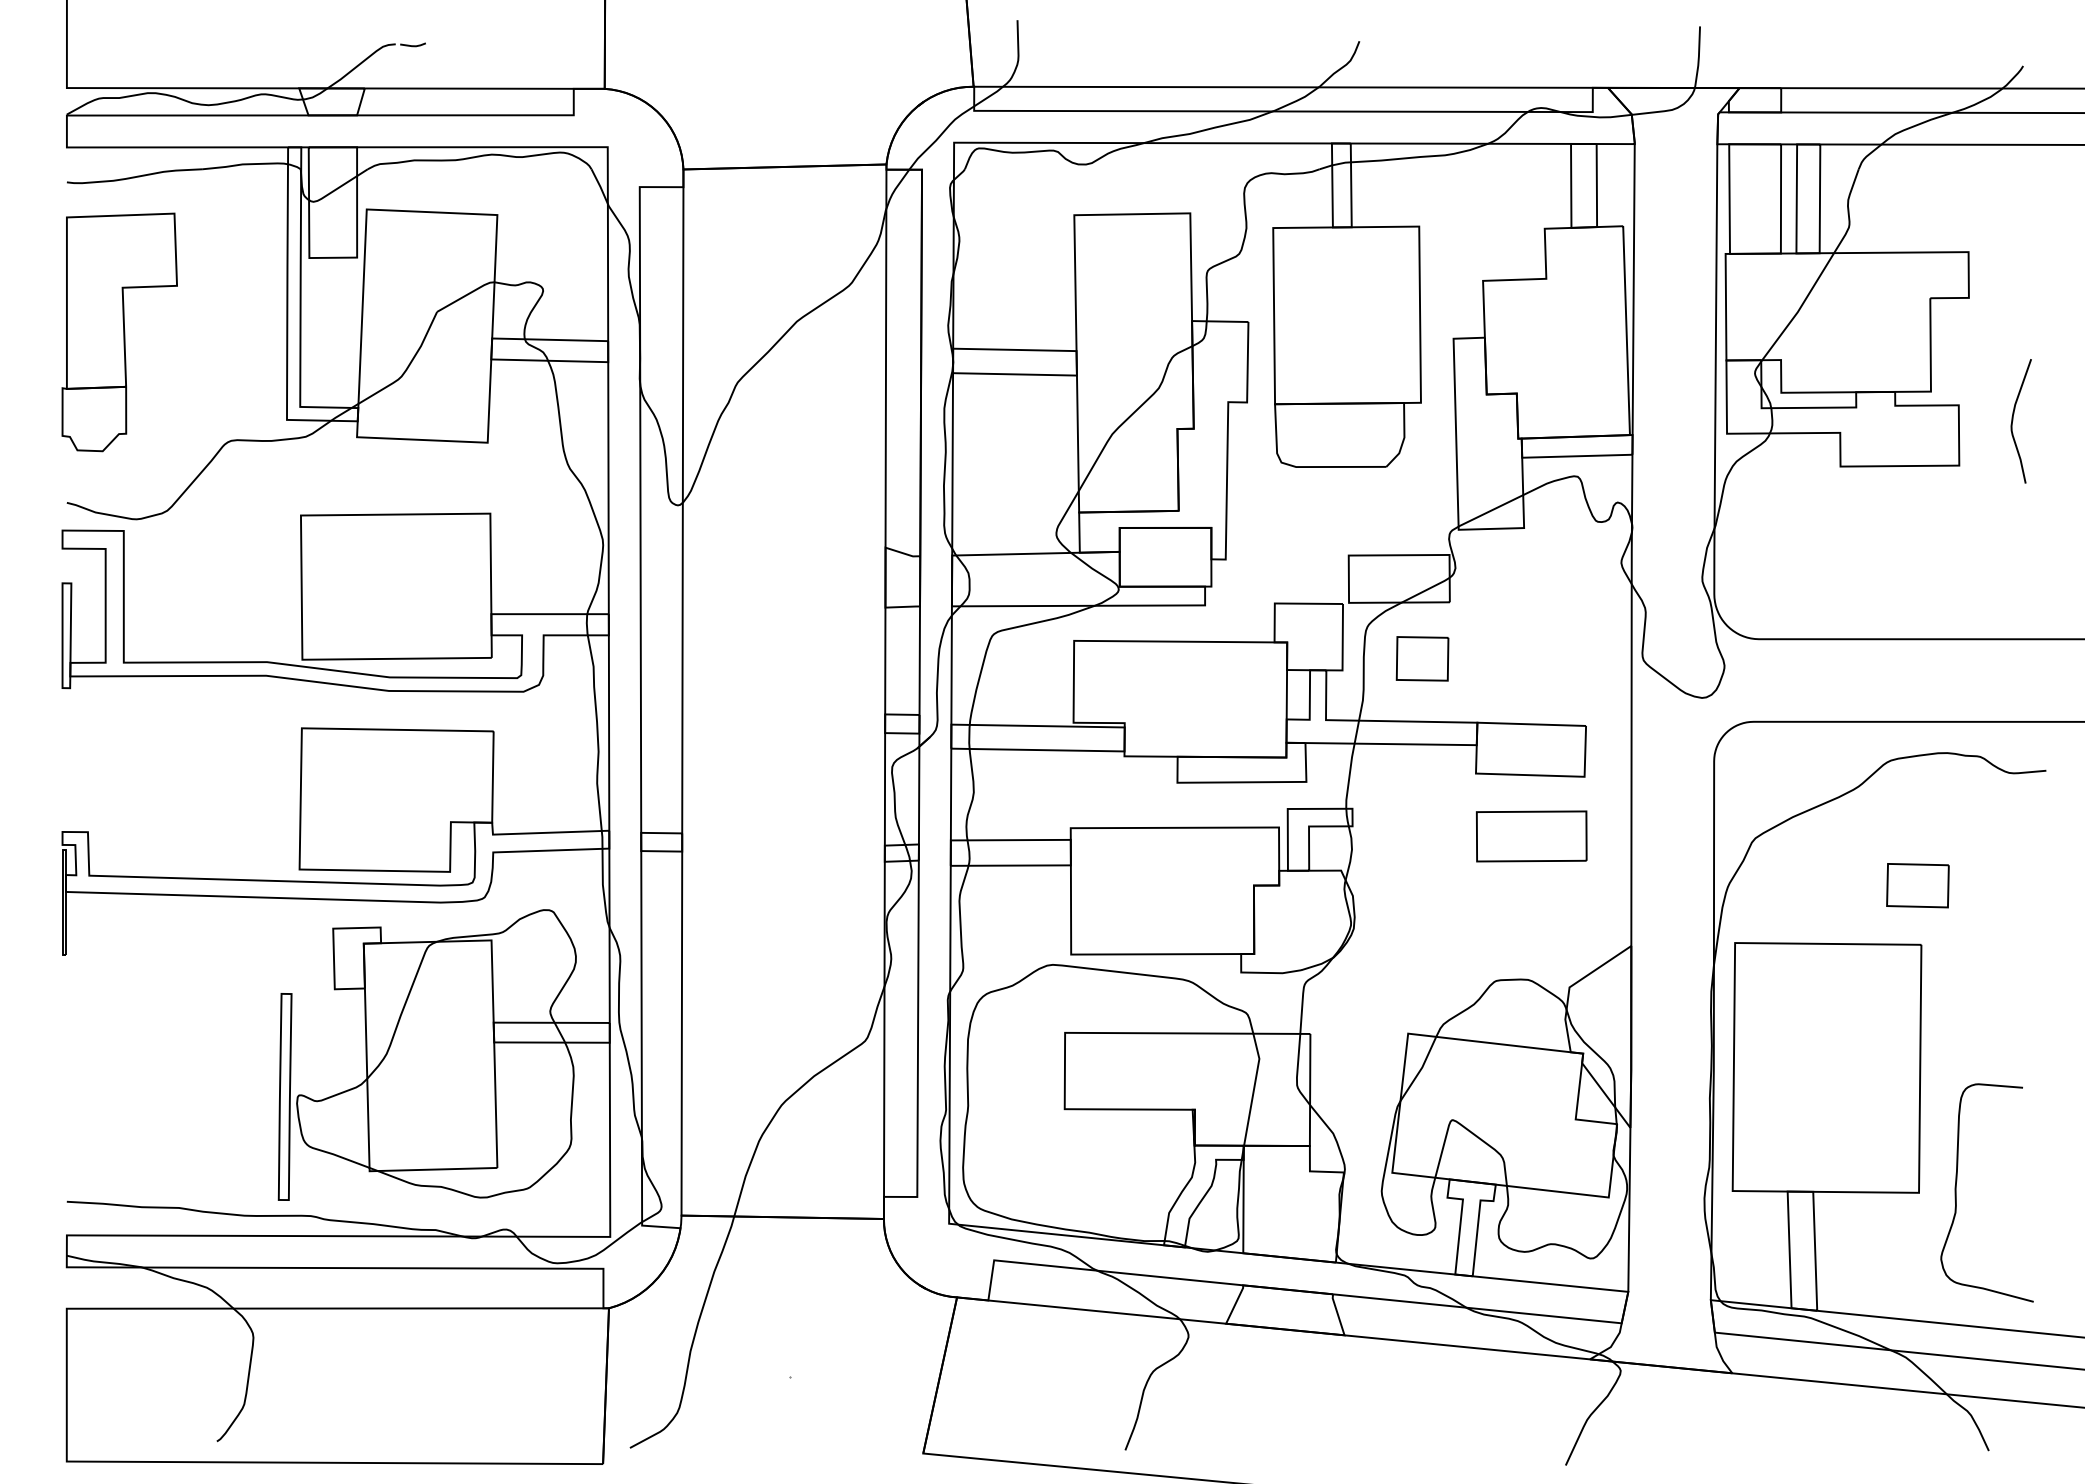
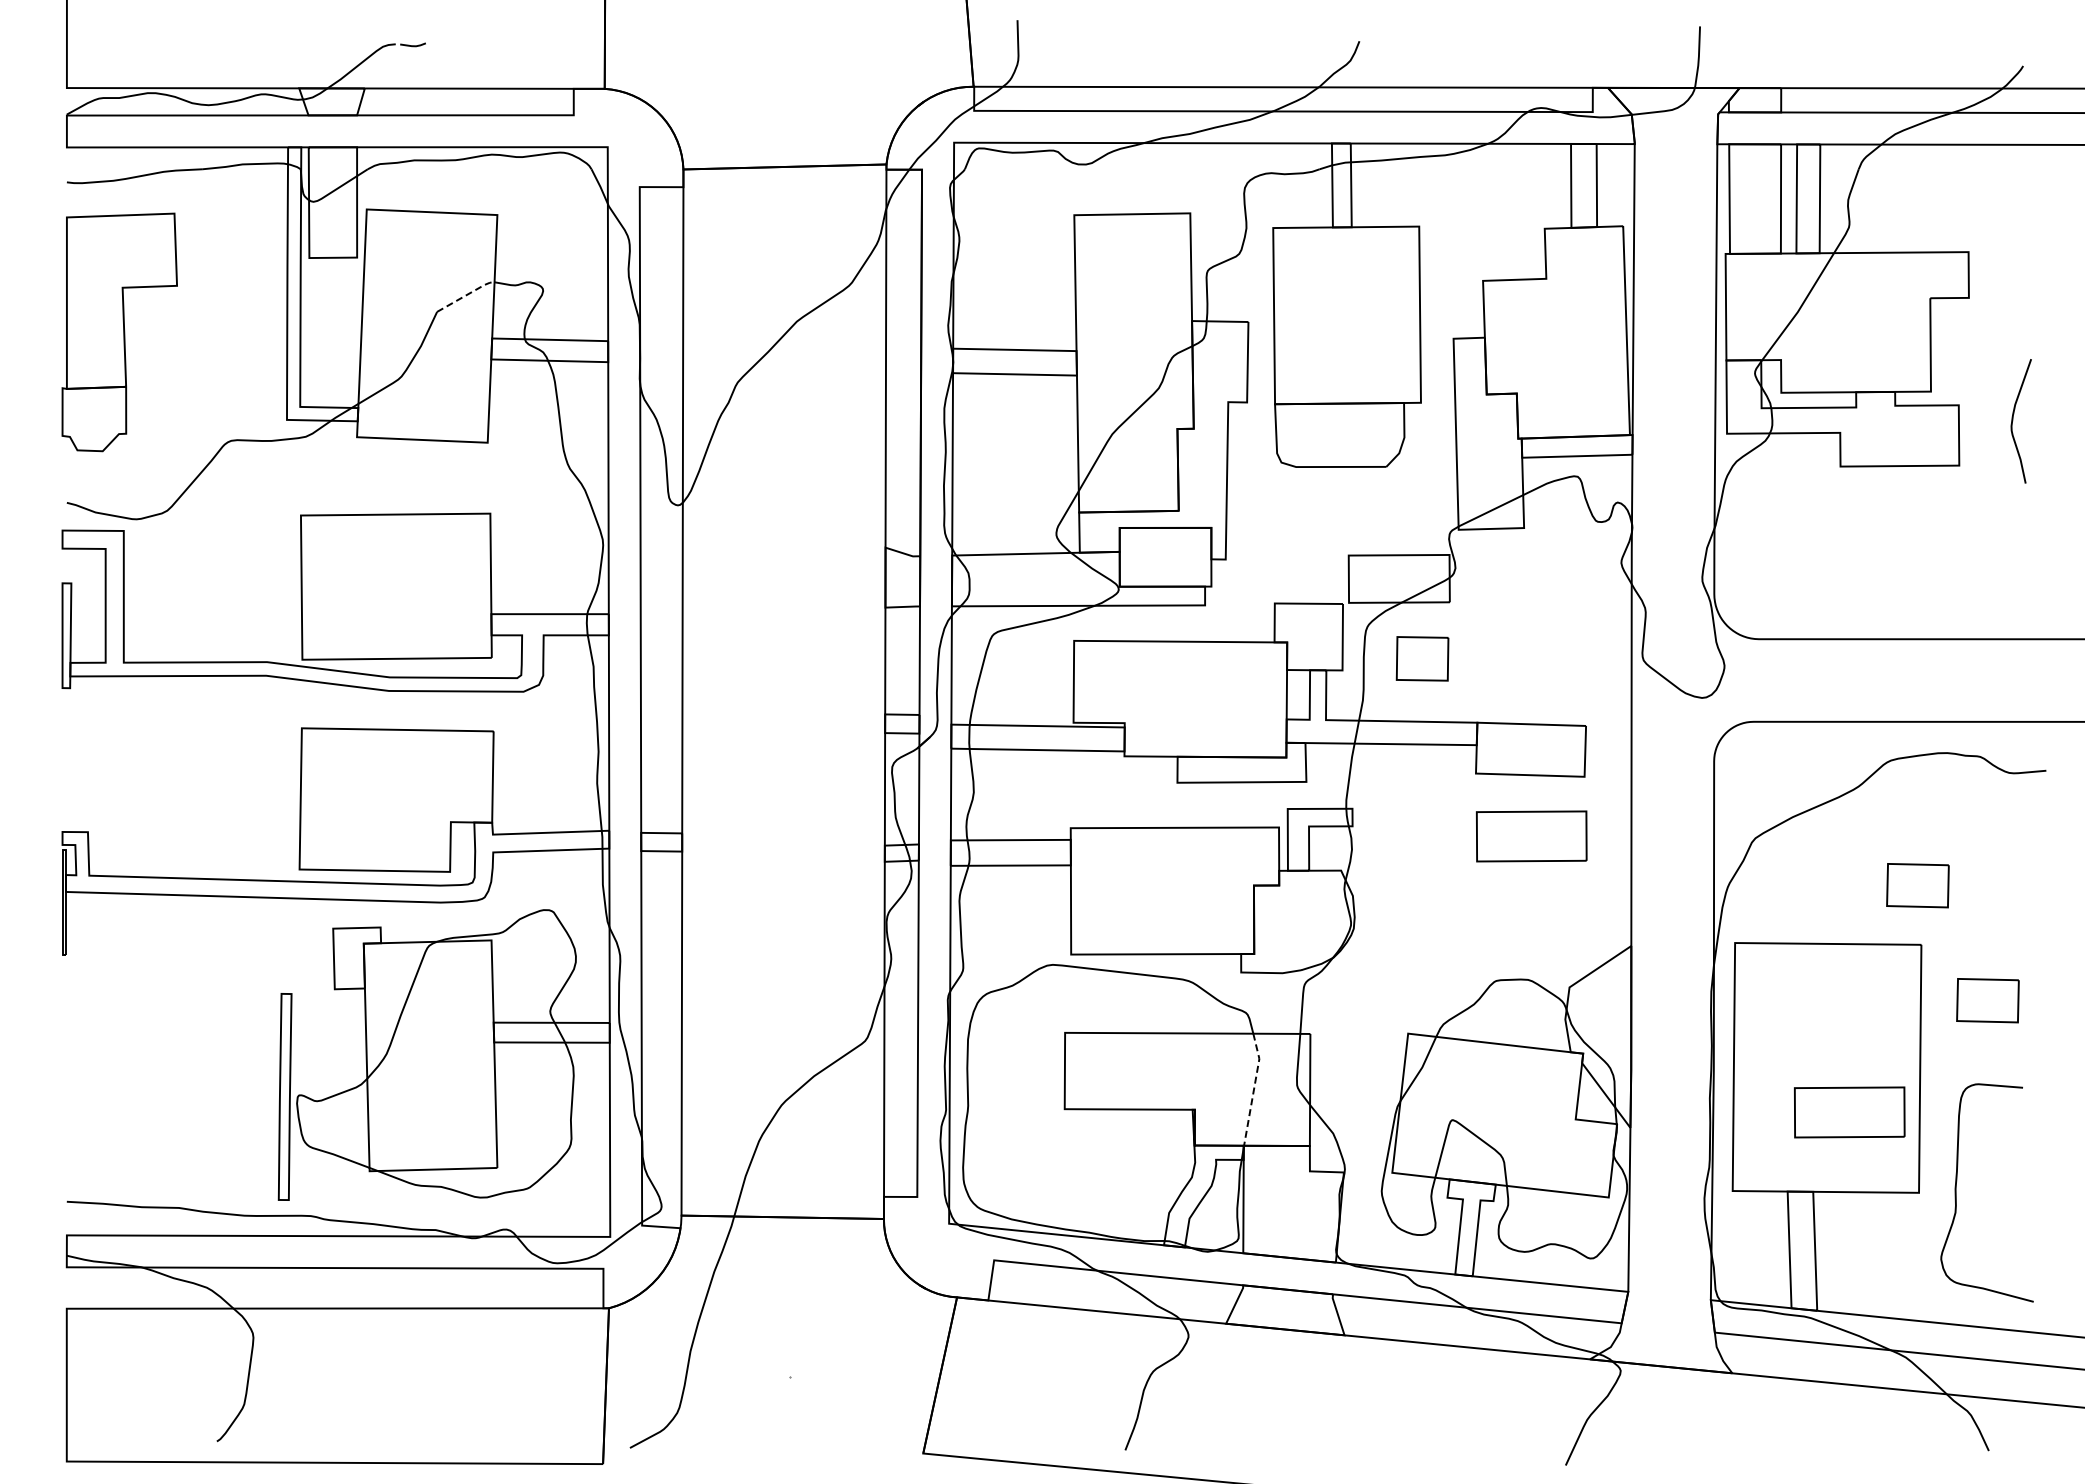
line at (467, 294): solid -> dashed
part at (1987, 1000): none -> present
line at (1254, 1089): solid -> dashed
part at (1849, 1112): none -> present
